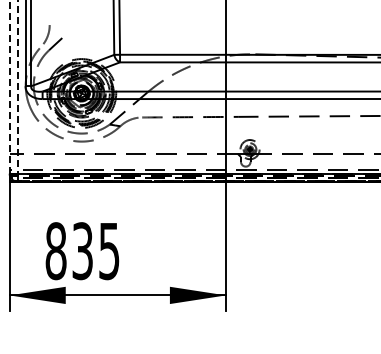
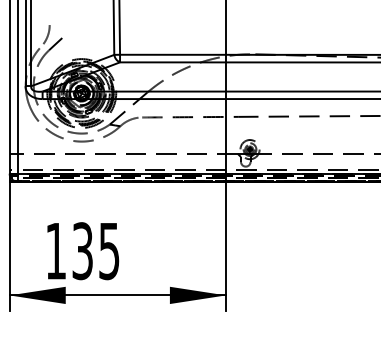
line at (9, 86): dashed -> solid
line at (17, 87): dashed -> solid
text at (55, 251): 835 -> 135
